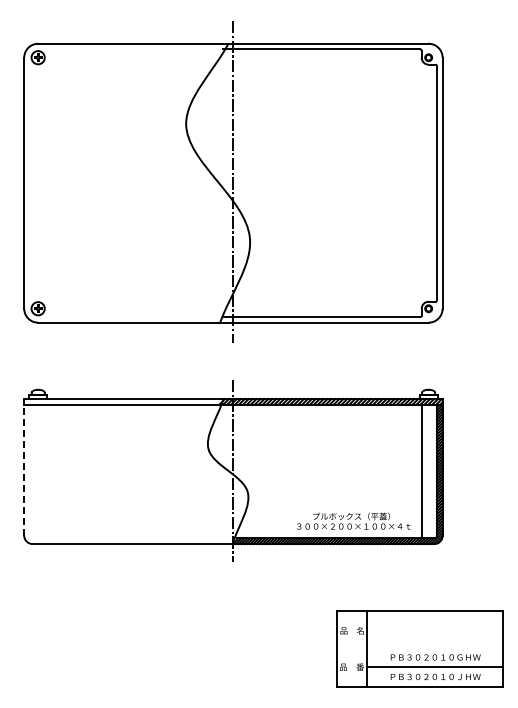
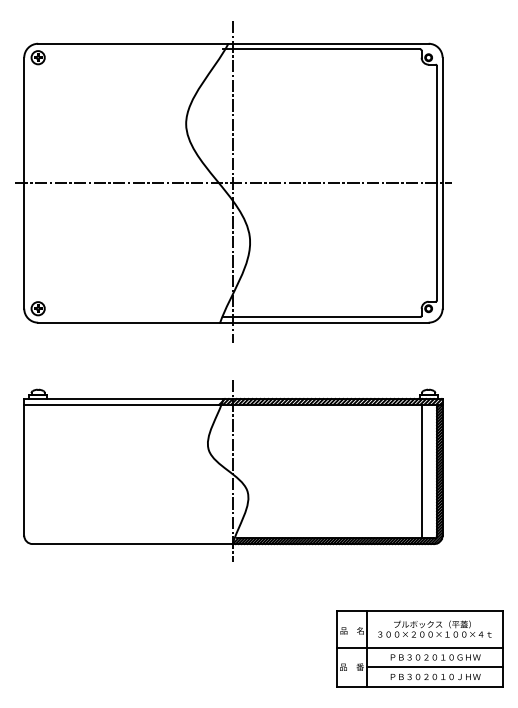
line at (233, 183): none -> present
line at (24, 466): dashed -> solid
text at (353, 520) position: (353, 520) -> (434, 628)
line at (419, 647): none -> present
